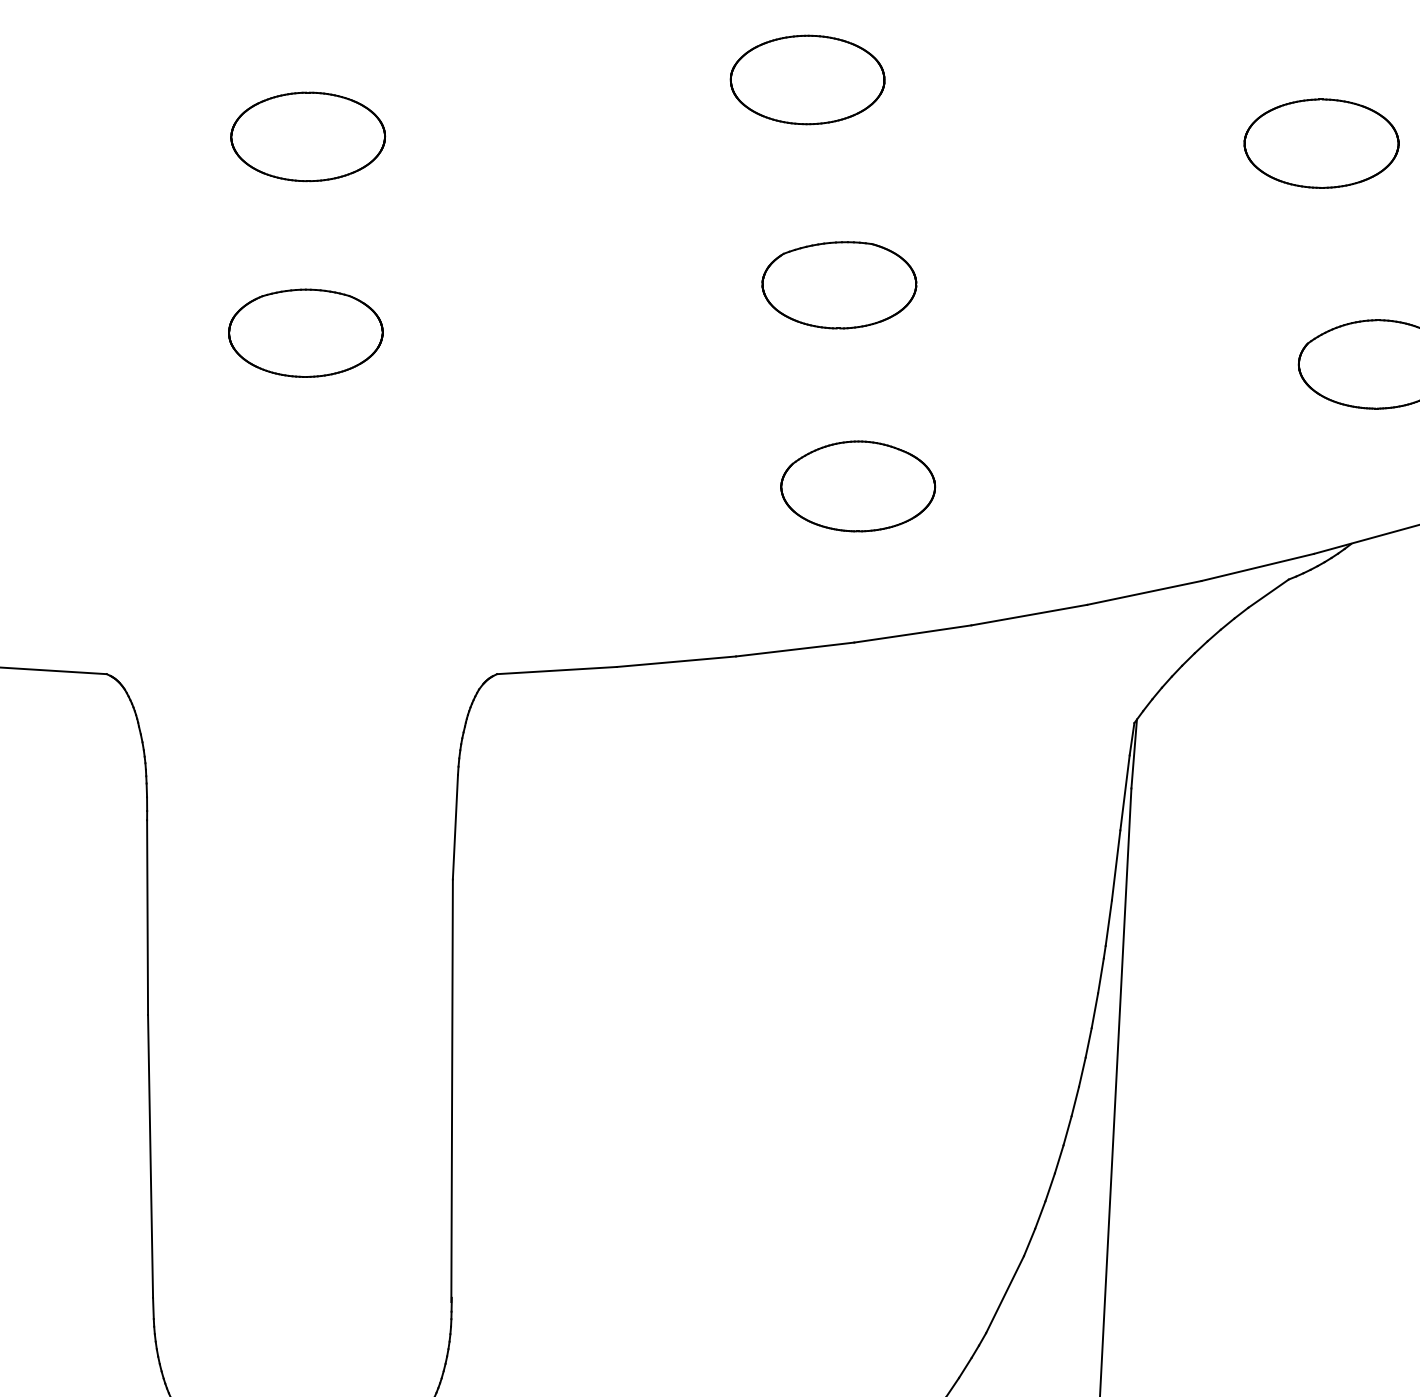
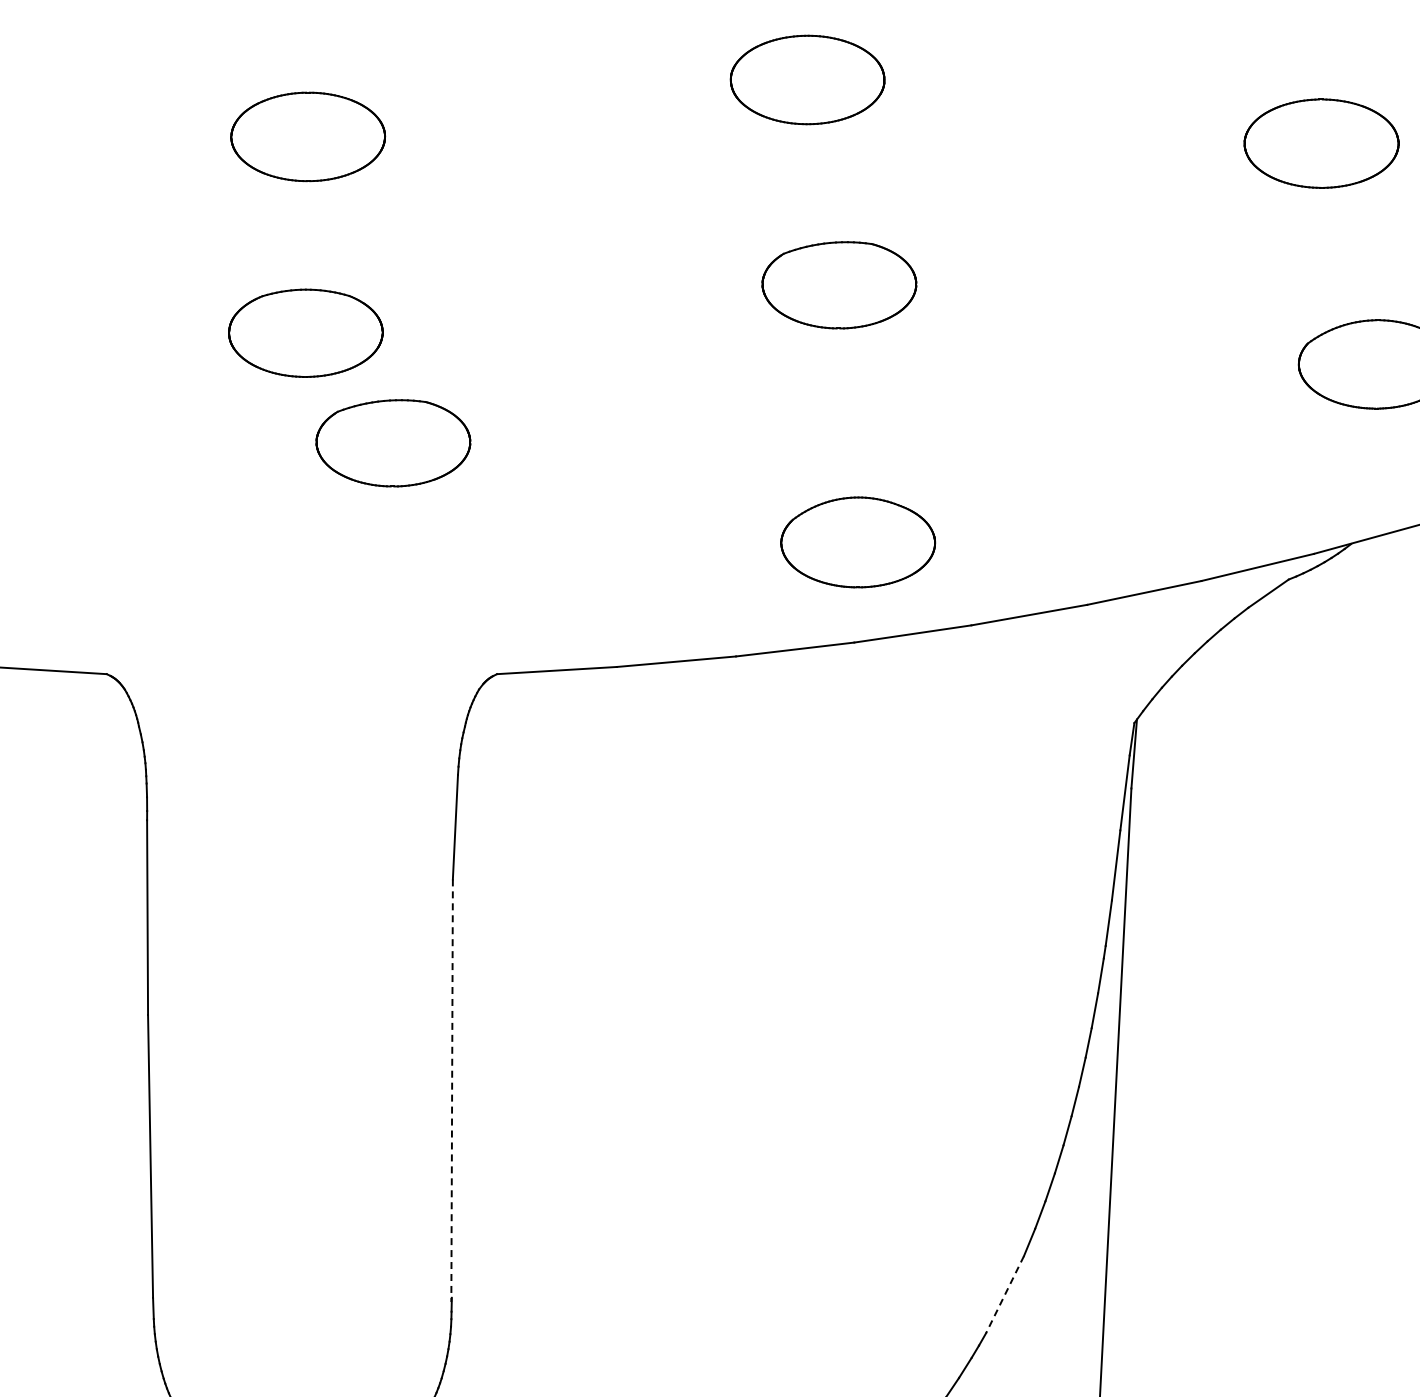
part at (393, 443): none -> present
part at (858, 486) position: (858, 486) -> (858, 542)
line at (452, 1091): solid -> dashed
line at (1005, 1294): solid -> dashed
